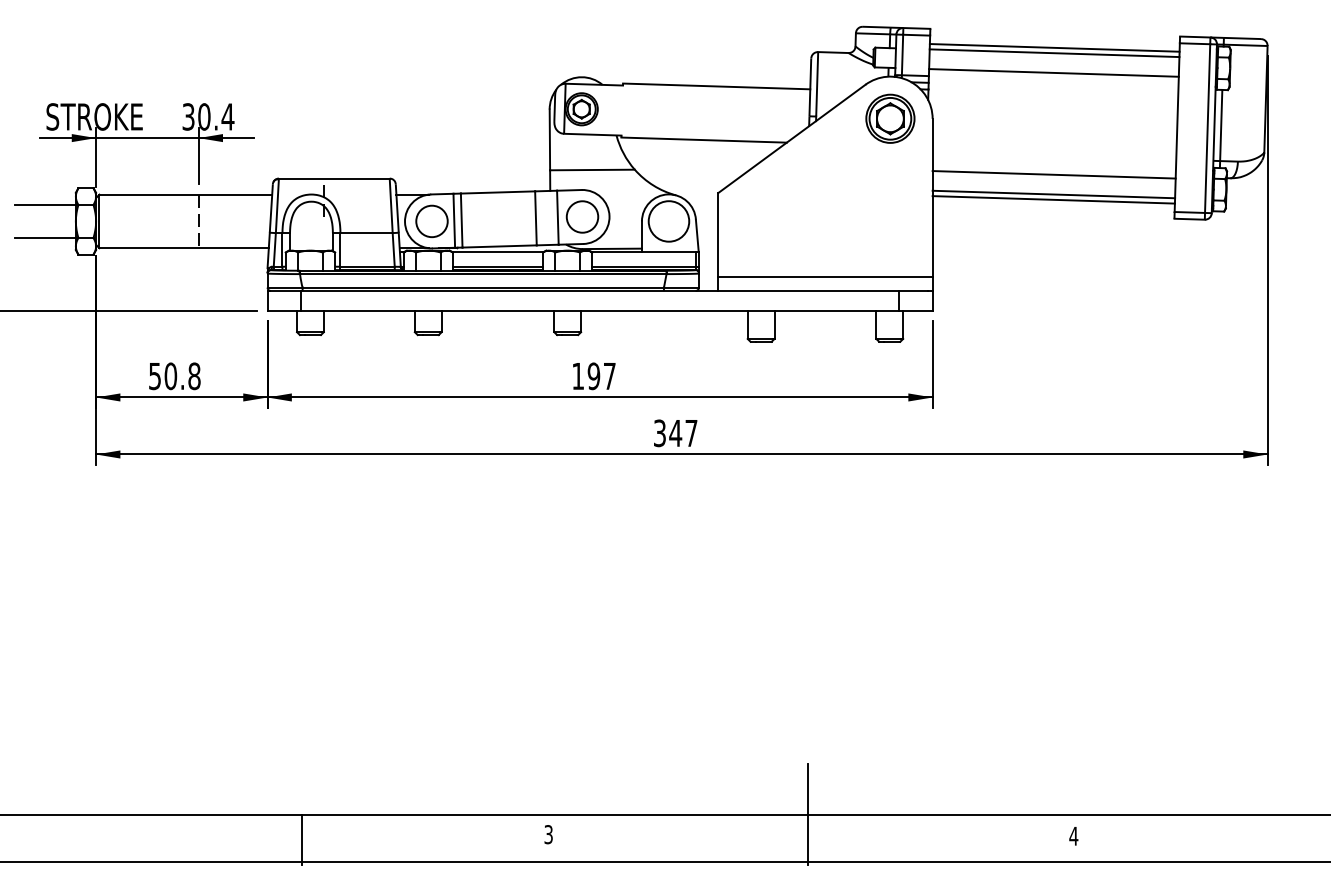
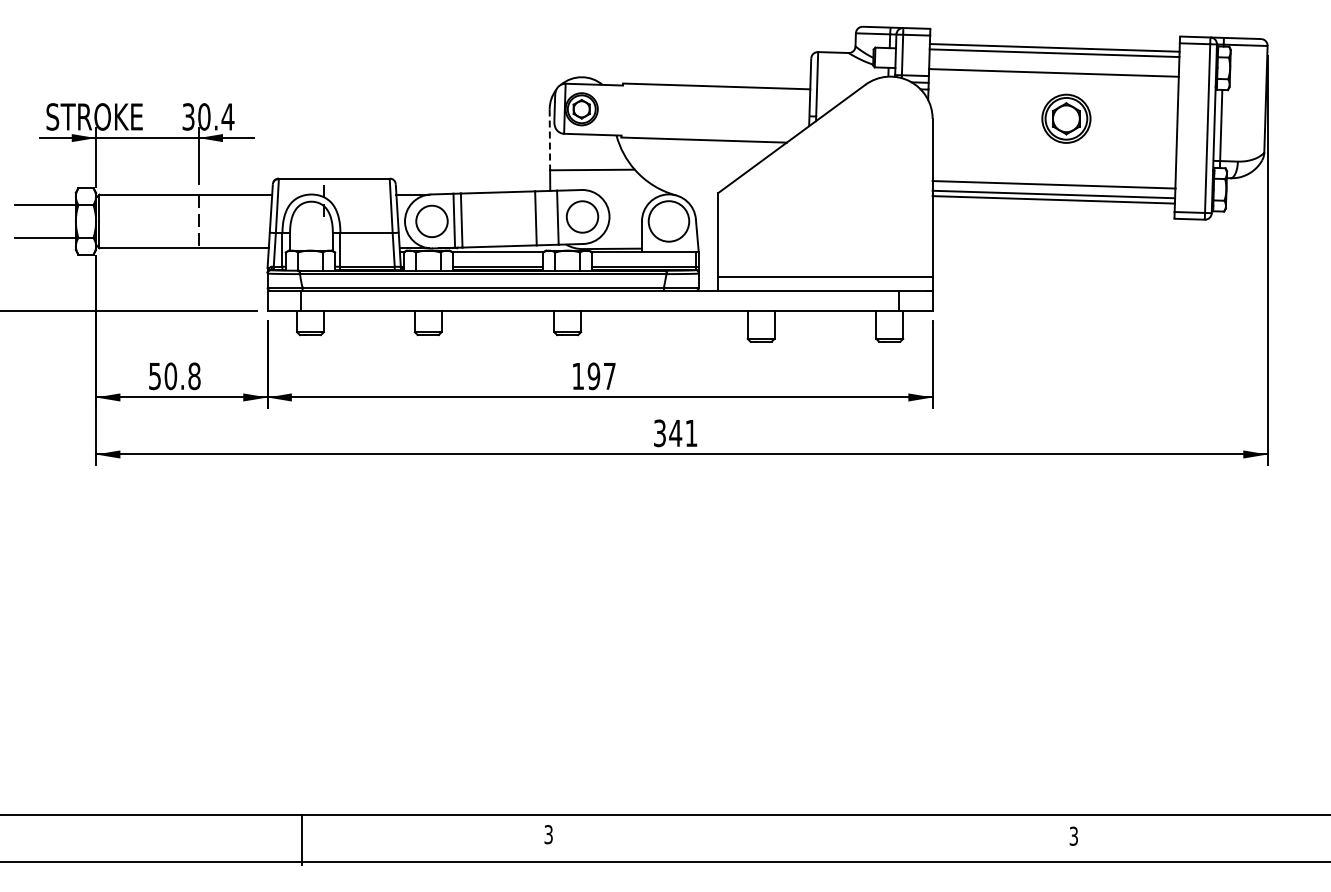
part at (890, 118) position: (890, 118) -> (1066, 118)
line at (549, 140): solid -> dashed
line at (1053, 174) position: (1053, 174) -> (1053, 184)
text at (691, 433): 347 -> 341
line at (808, 814): present -> none
text at (1073, 835): 4 -> 3
